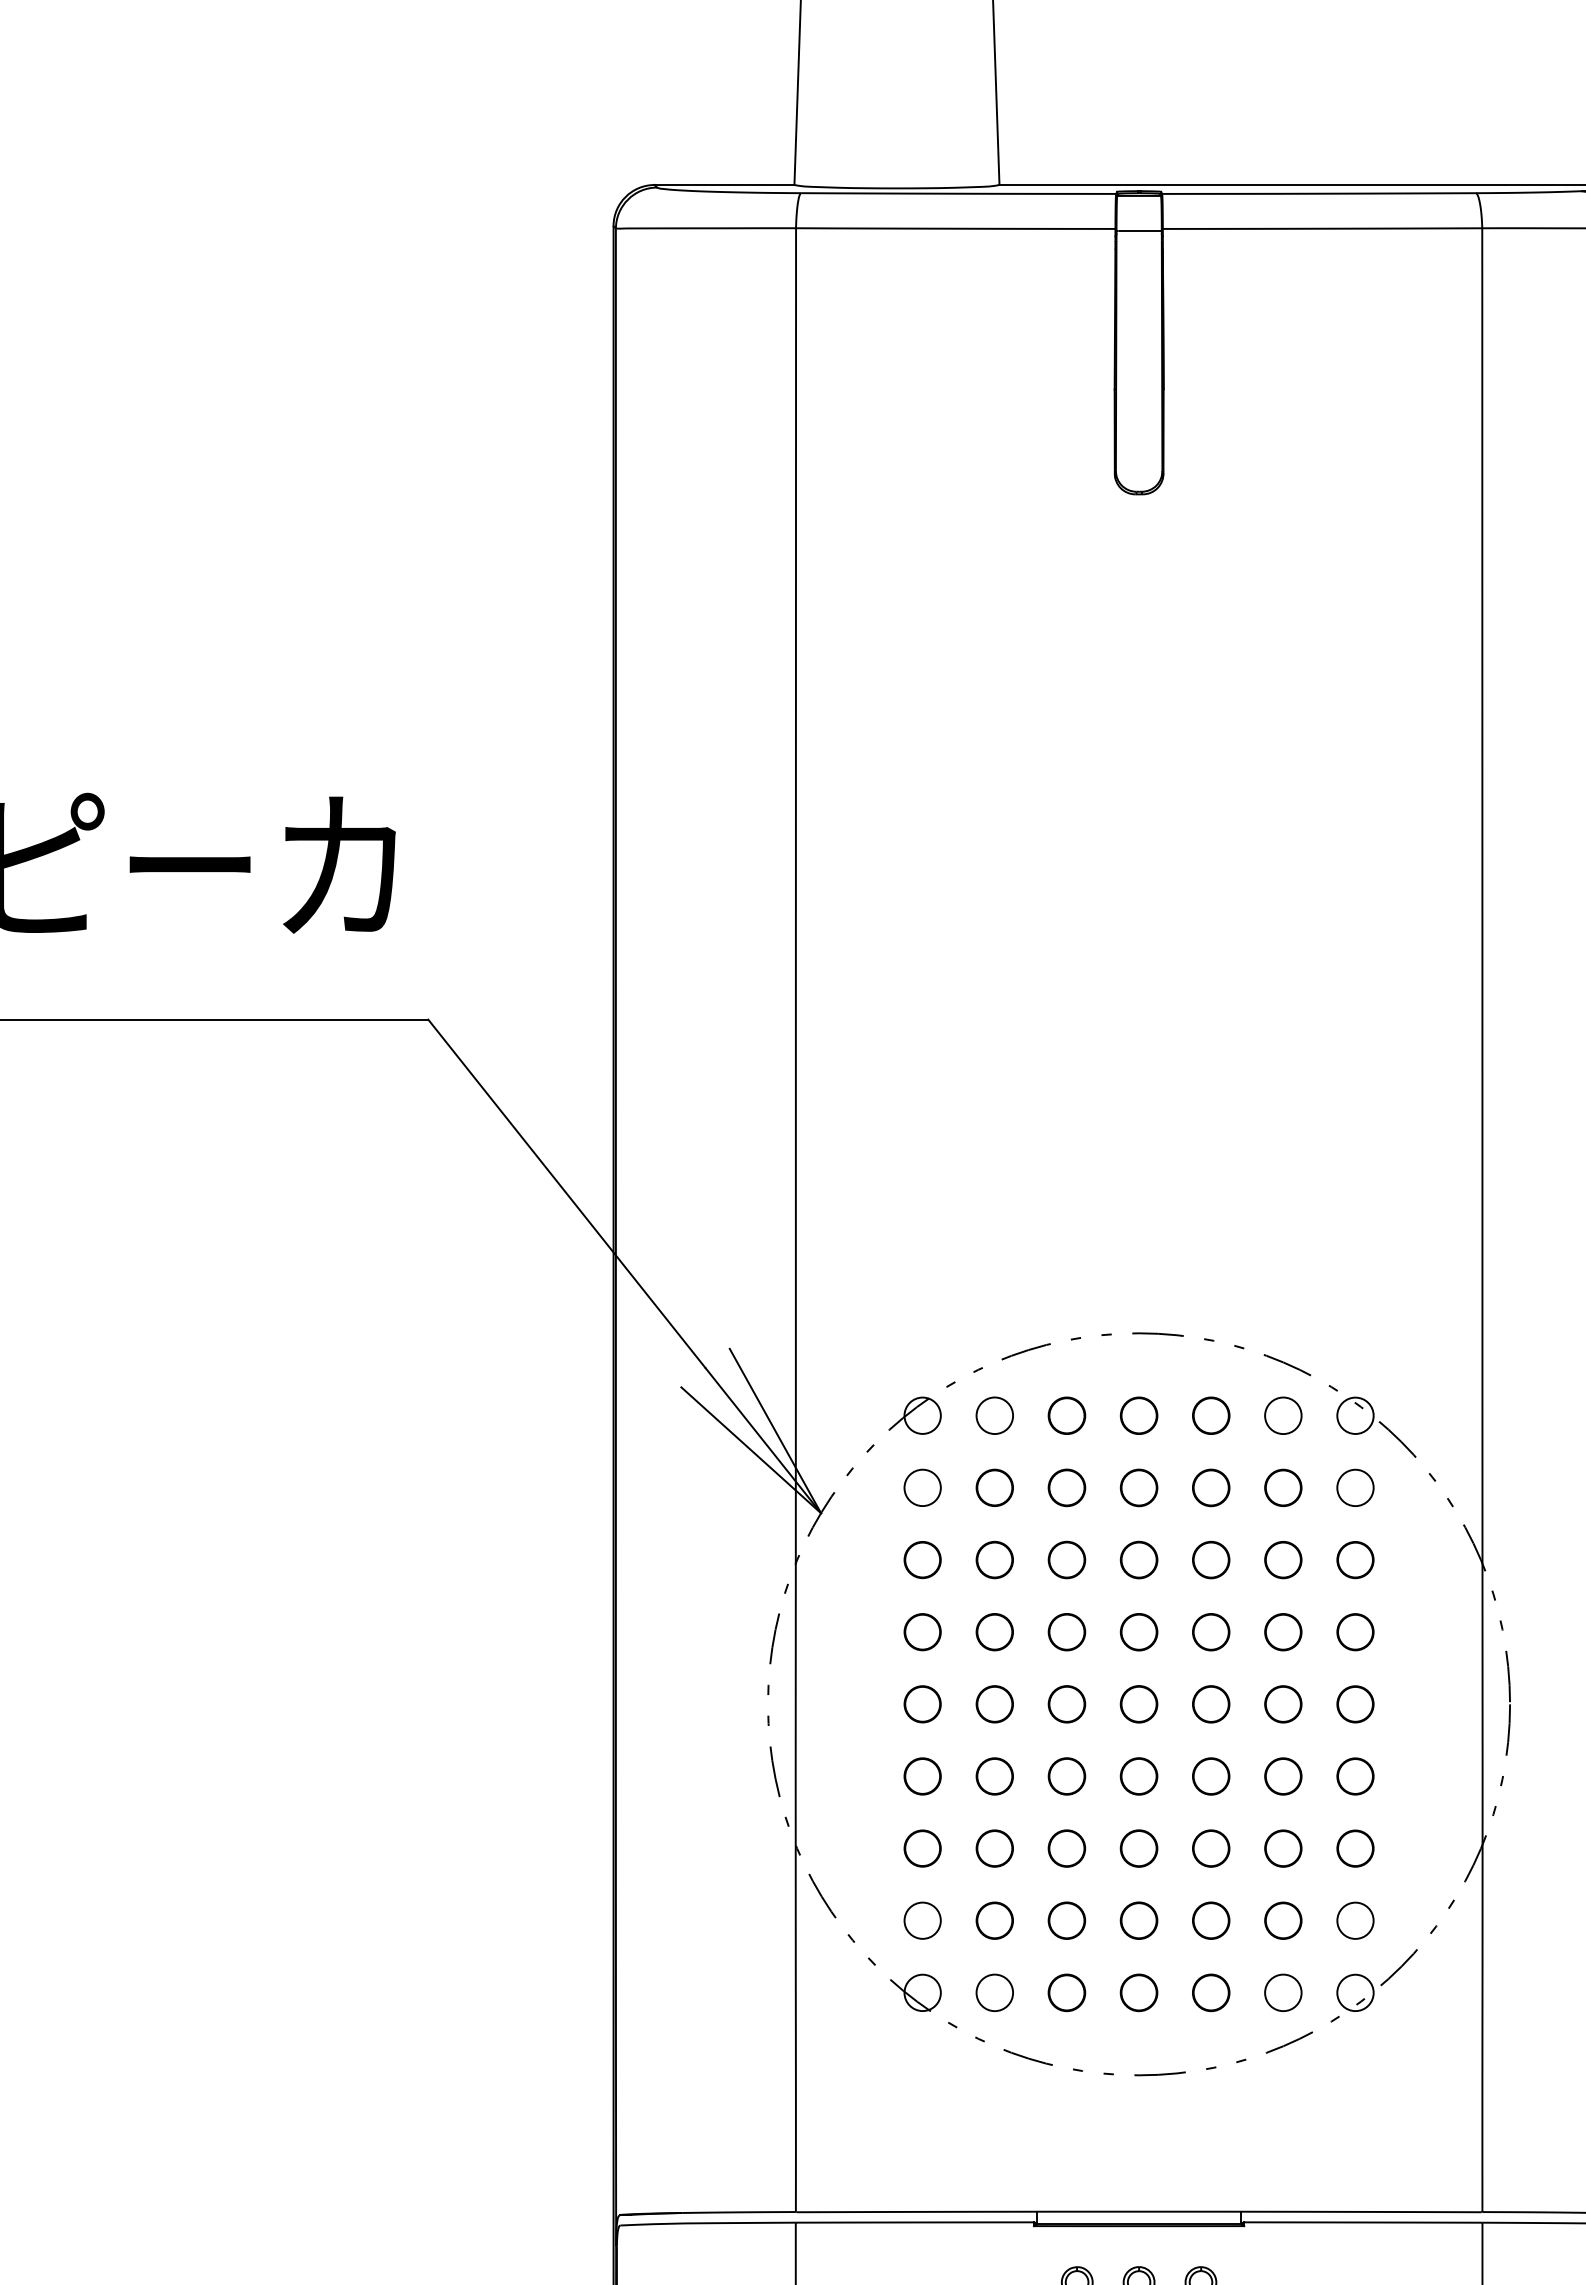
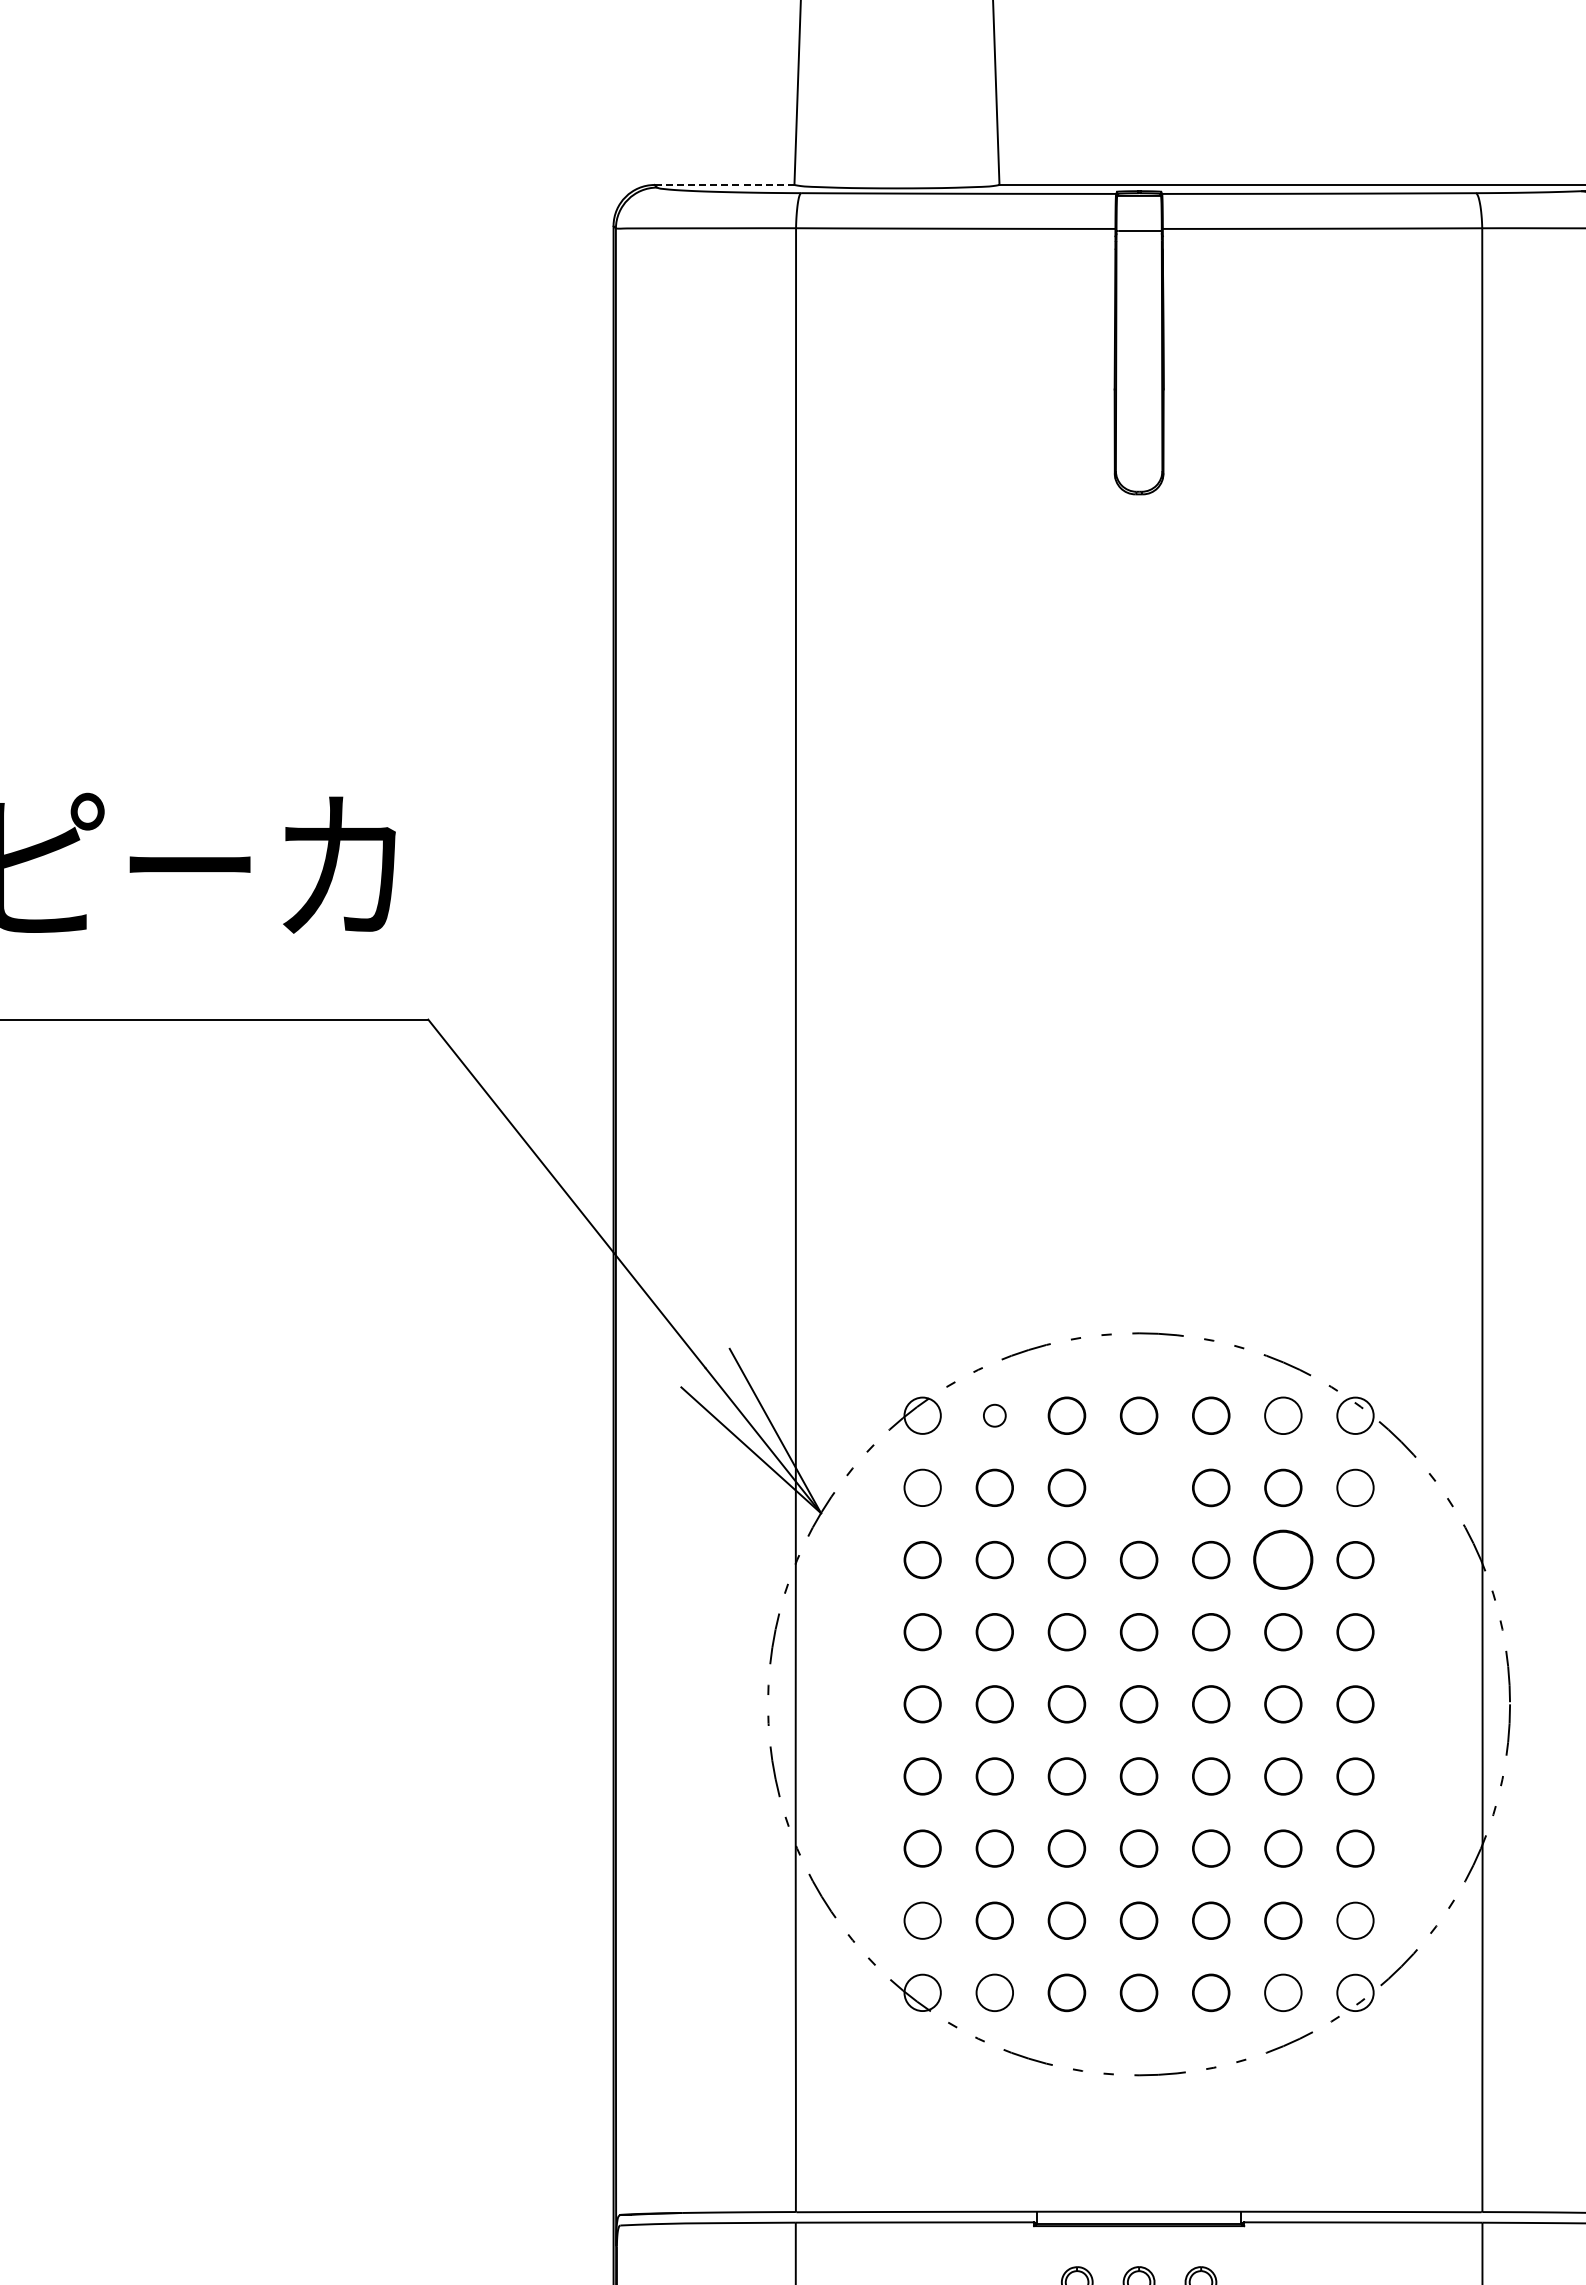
line at (724, 185): solid -> dashed
circle at (994, 1415) diameter: 37 px -> 22 px
part at (1138, 1487): present -> none
circle at (1283, 1560) size: 39x39 px -> 61x61 px
